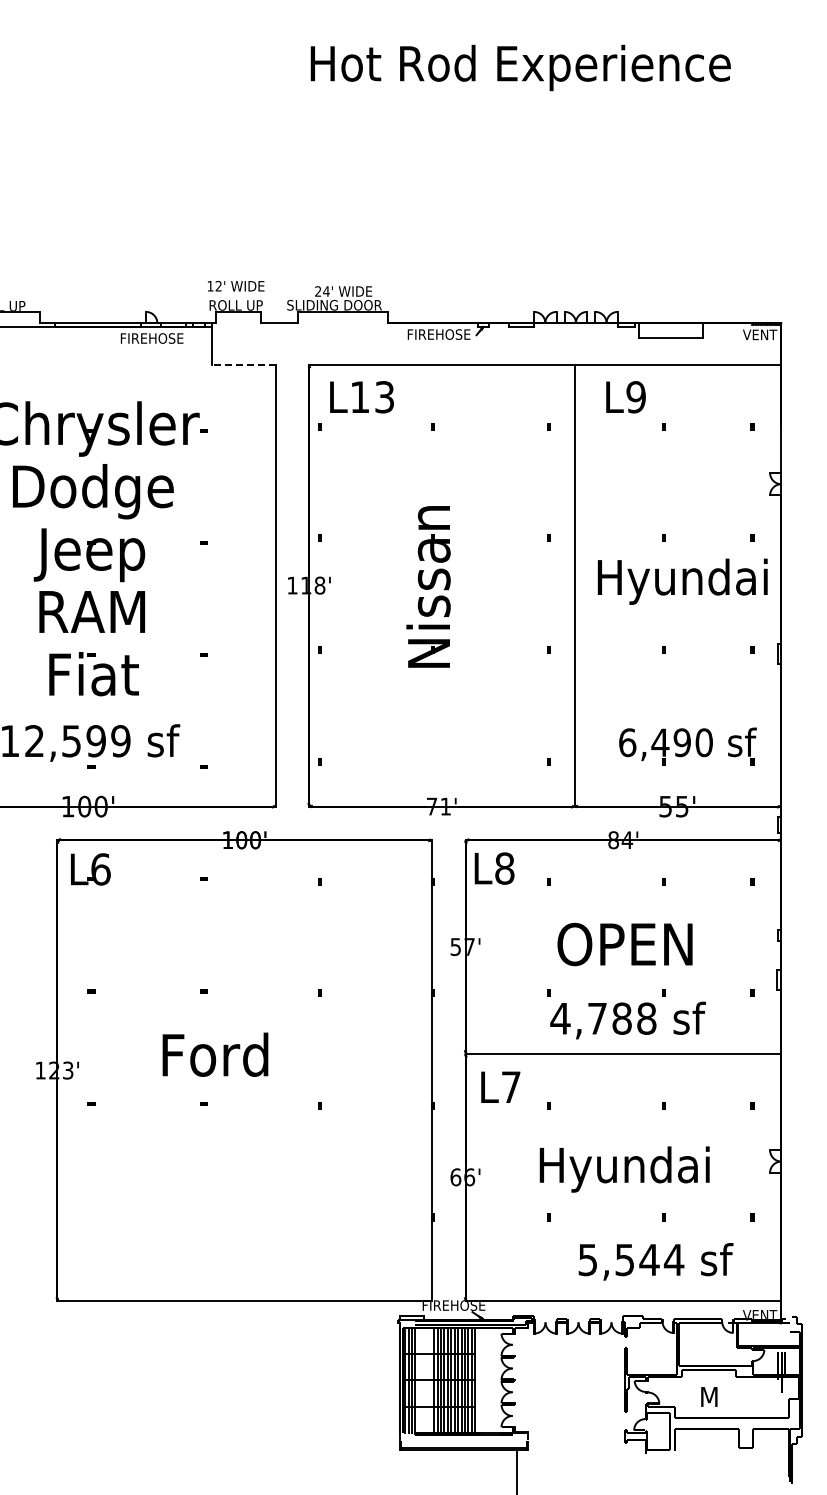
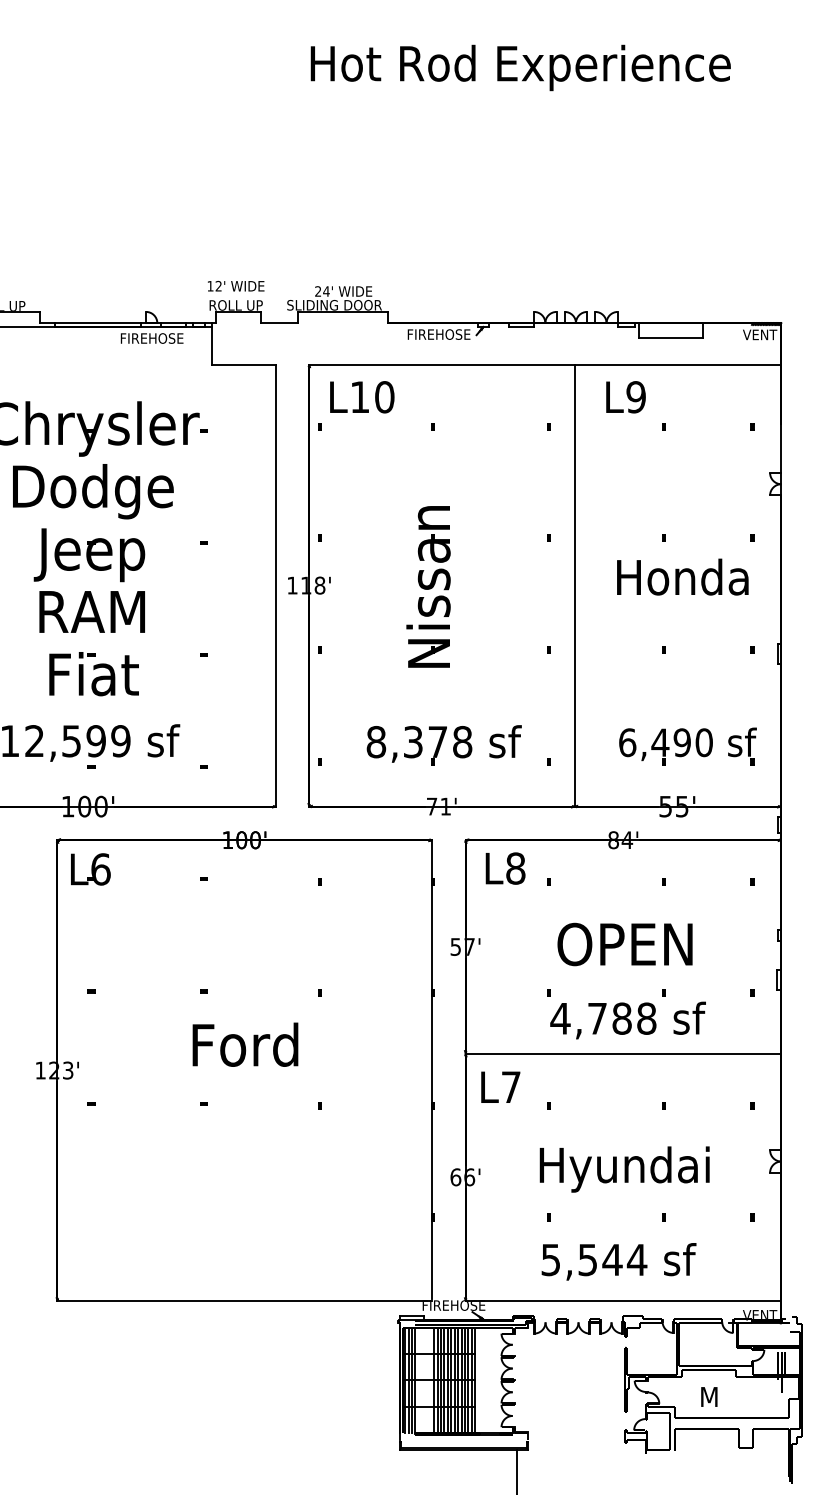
line at (243, 364): dashed -> solid
text at (384, 397): L13 -> L10
text at (682, 581): Hyundai -> Honda
part at (443, 745): none -> present
text at (494, 868) position: (494, 868) -> (505, 868)
text at (215, 1054) position: (215, 1054) -> (245, 1044)
text at (655, 1261) position: (655, 1261) -> (618, 1261)
